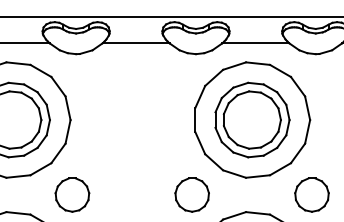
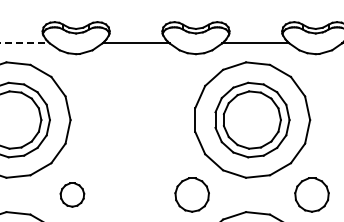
line at (171, 17): present -> none
line at (25, 43): solid -> dashed
part at (72, 194) size: 37x36 px -> 27x26 px
